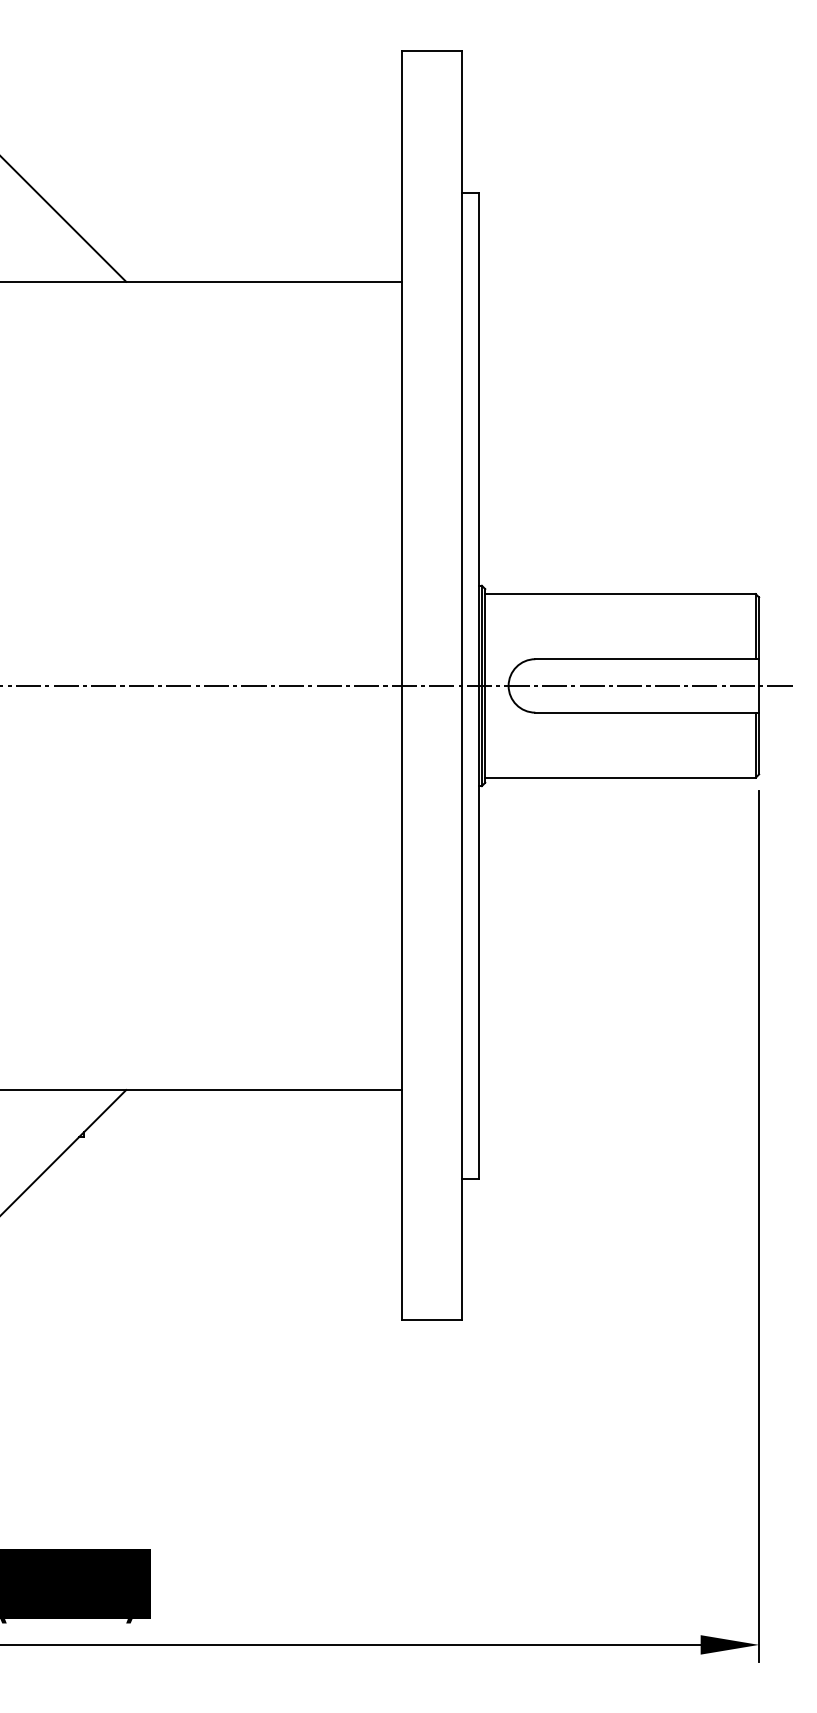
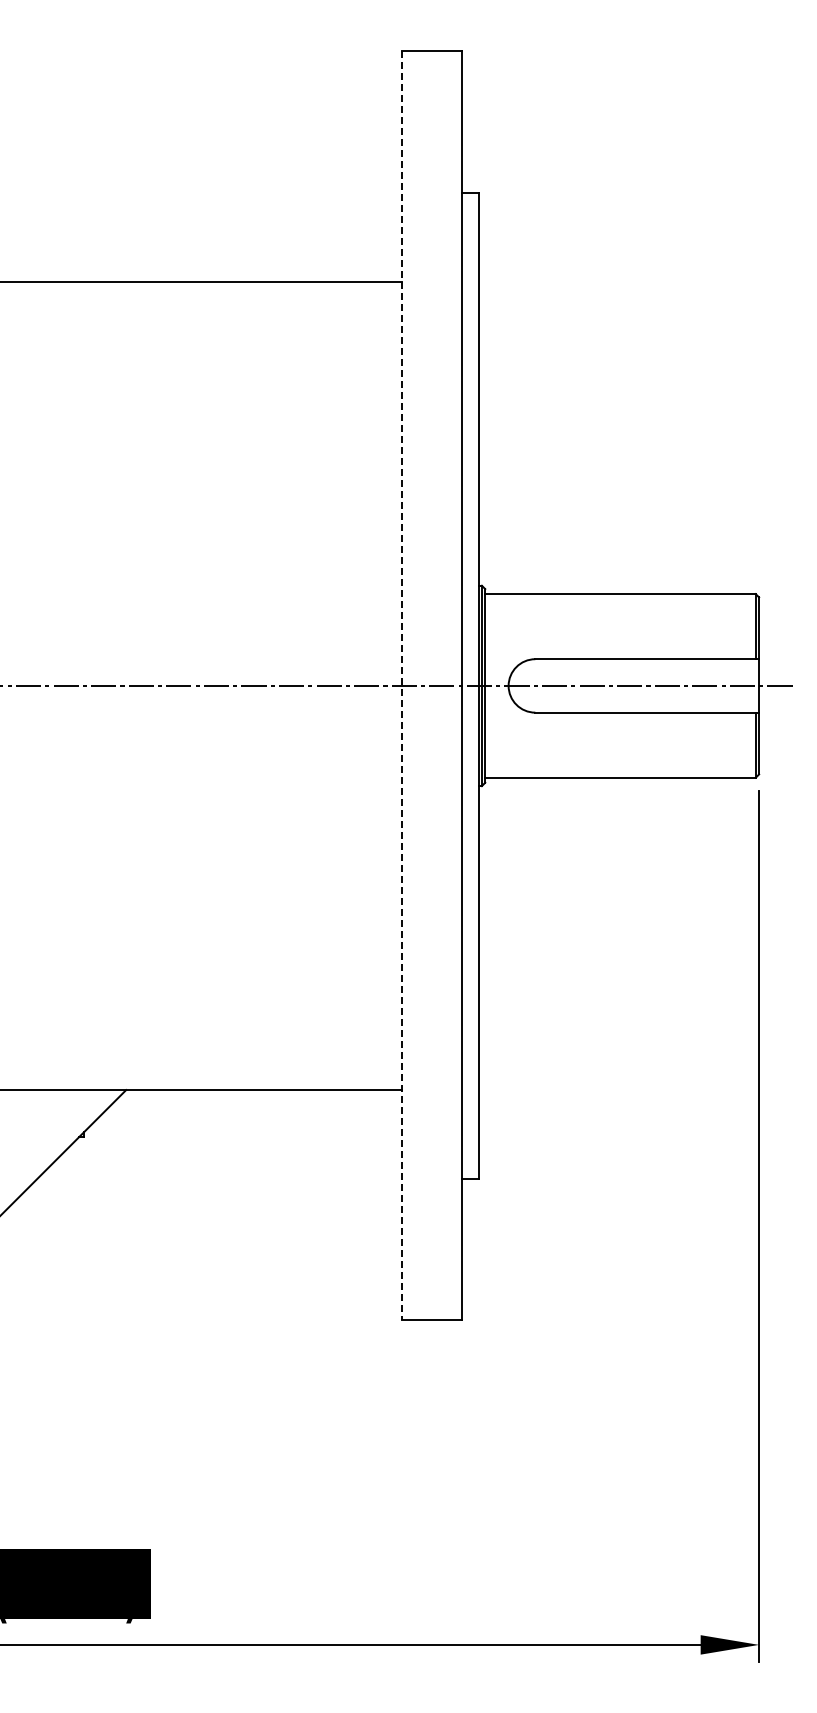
line at (64, 219): present -> none
line at (401, 685): solid -> dashed
